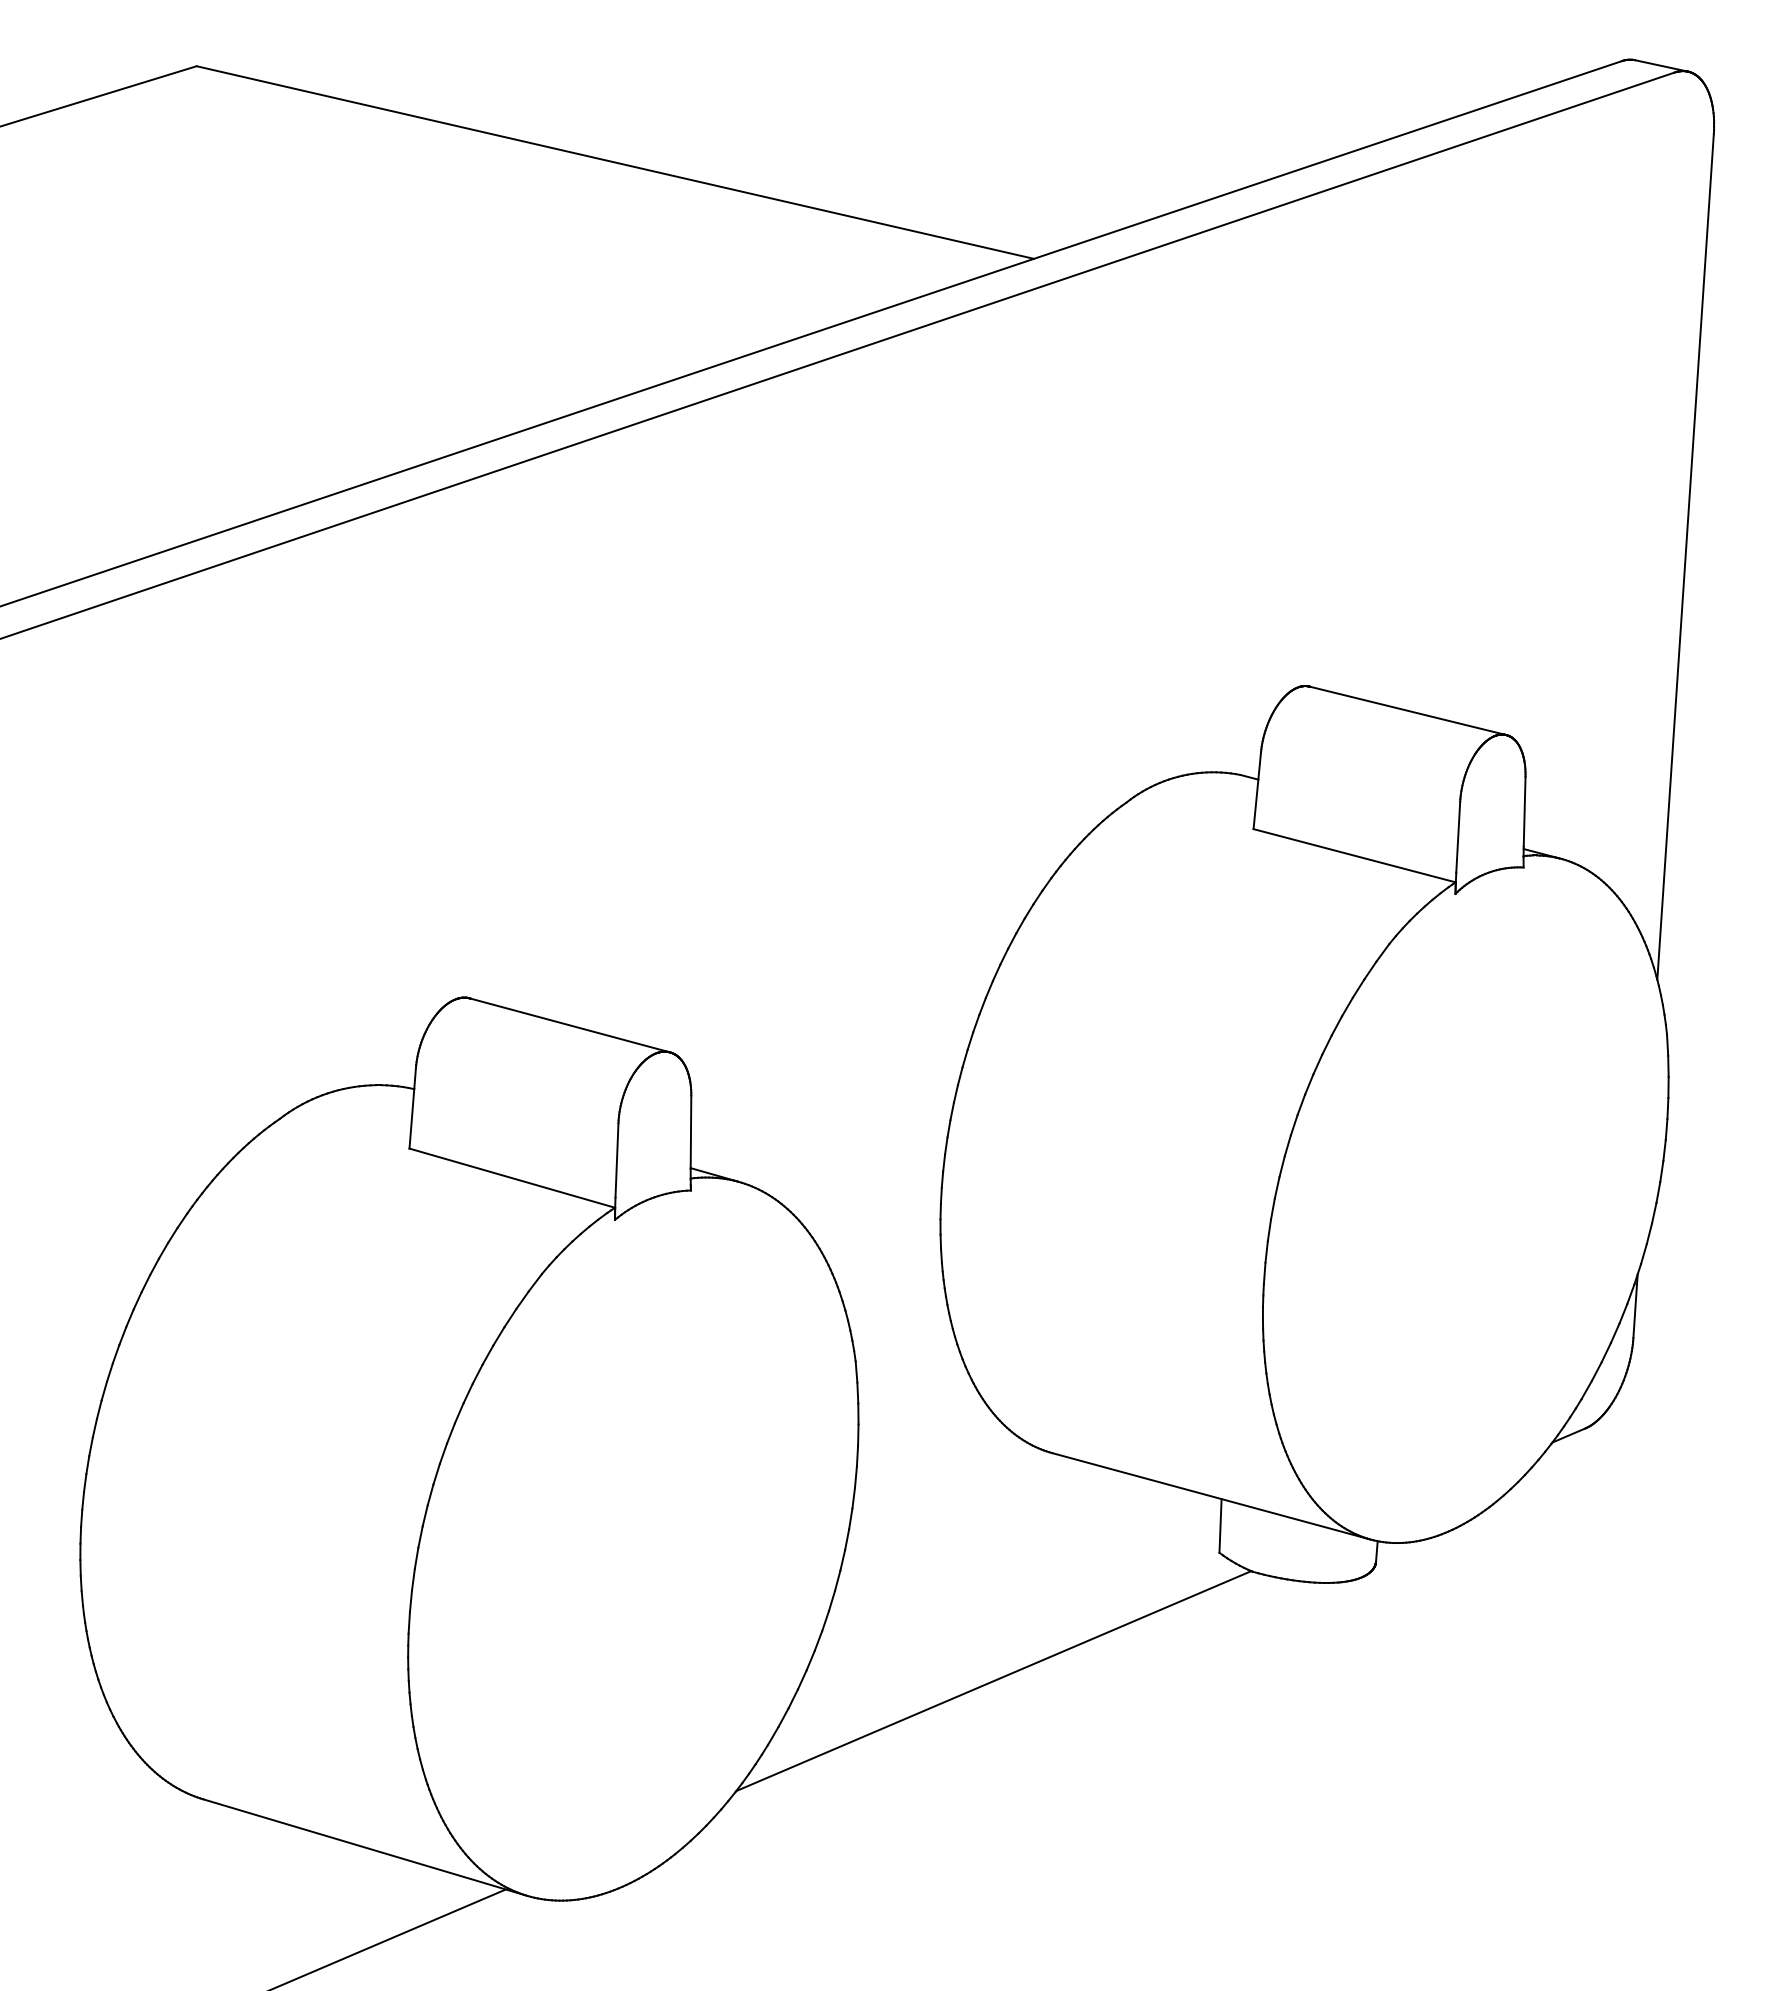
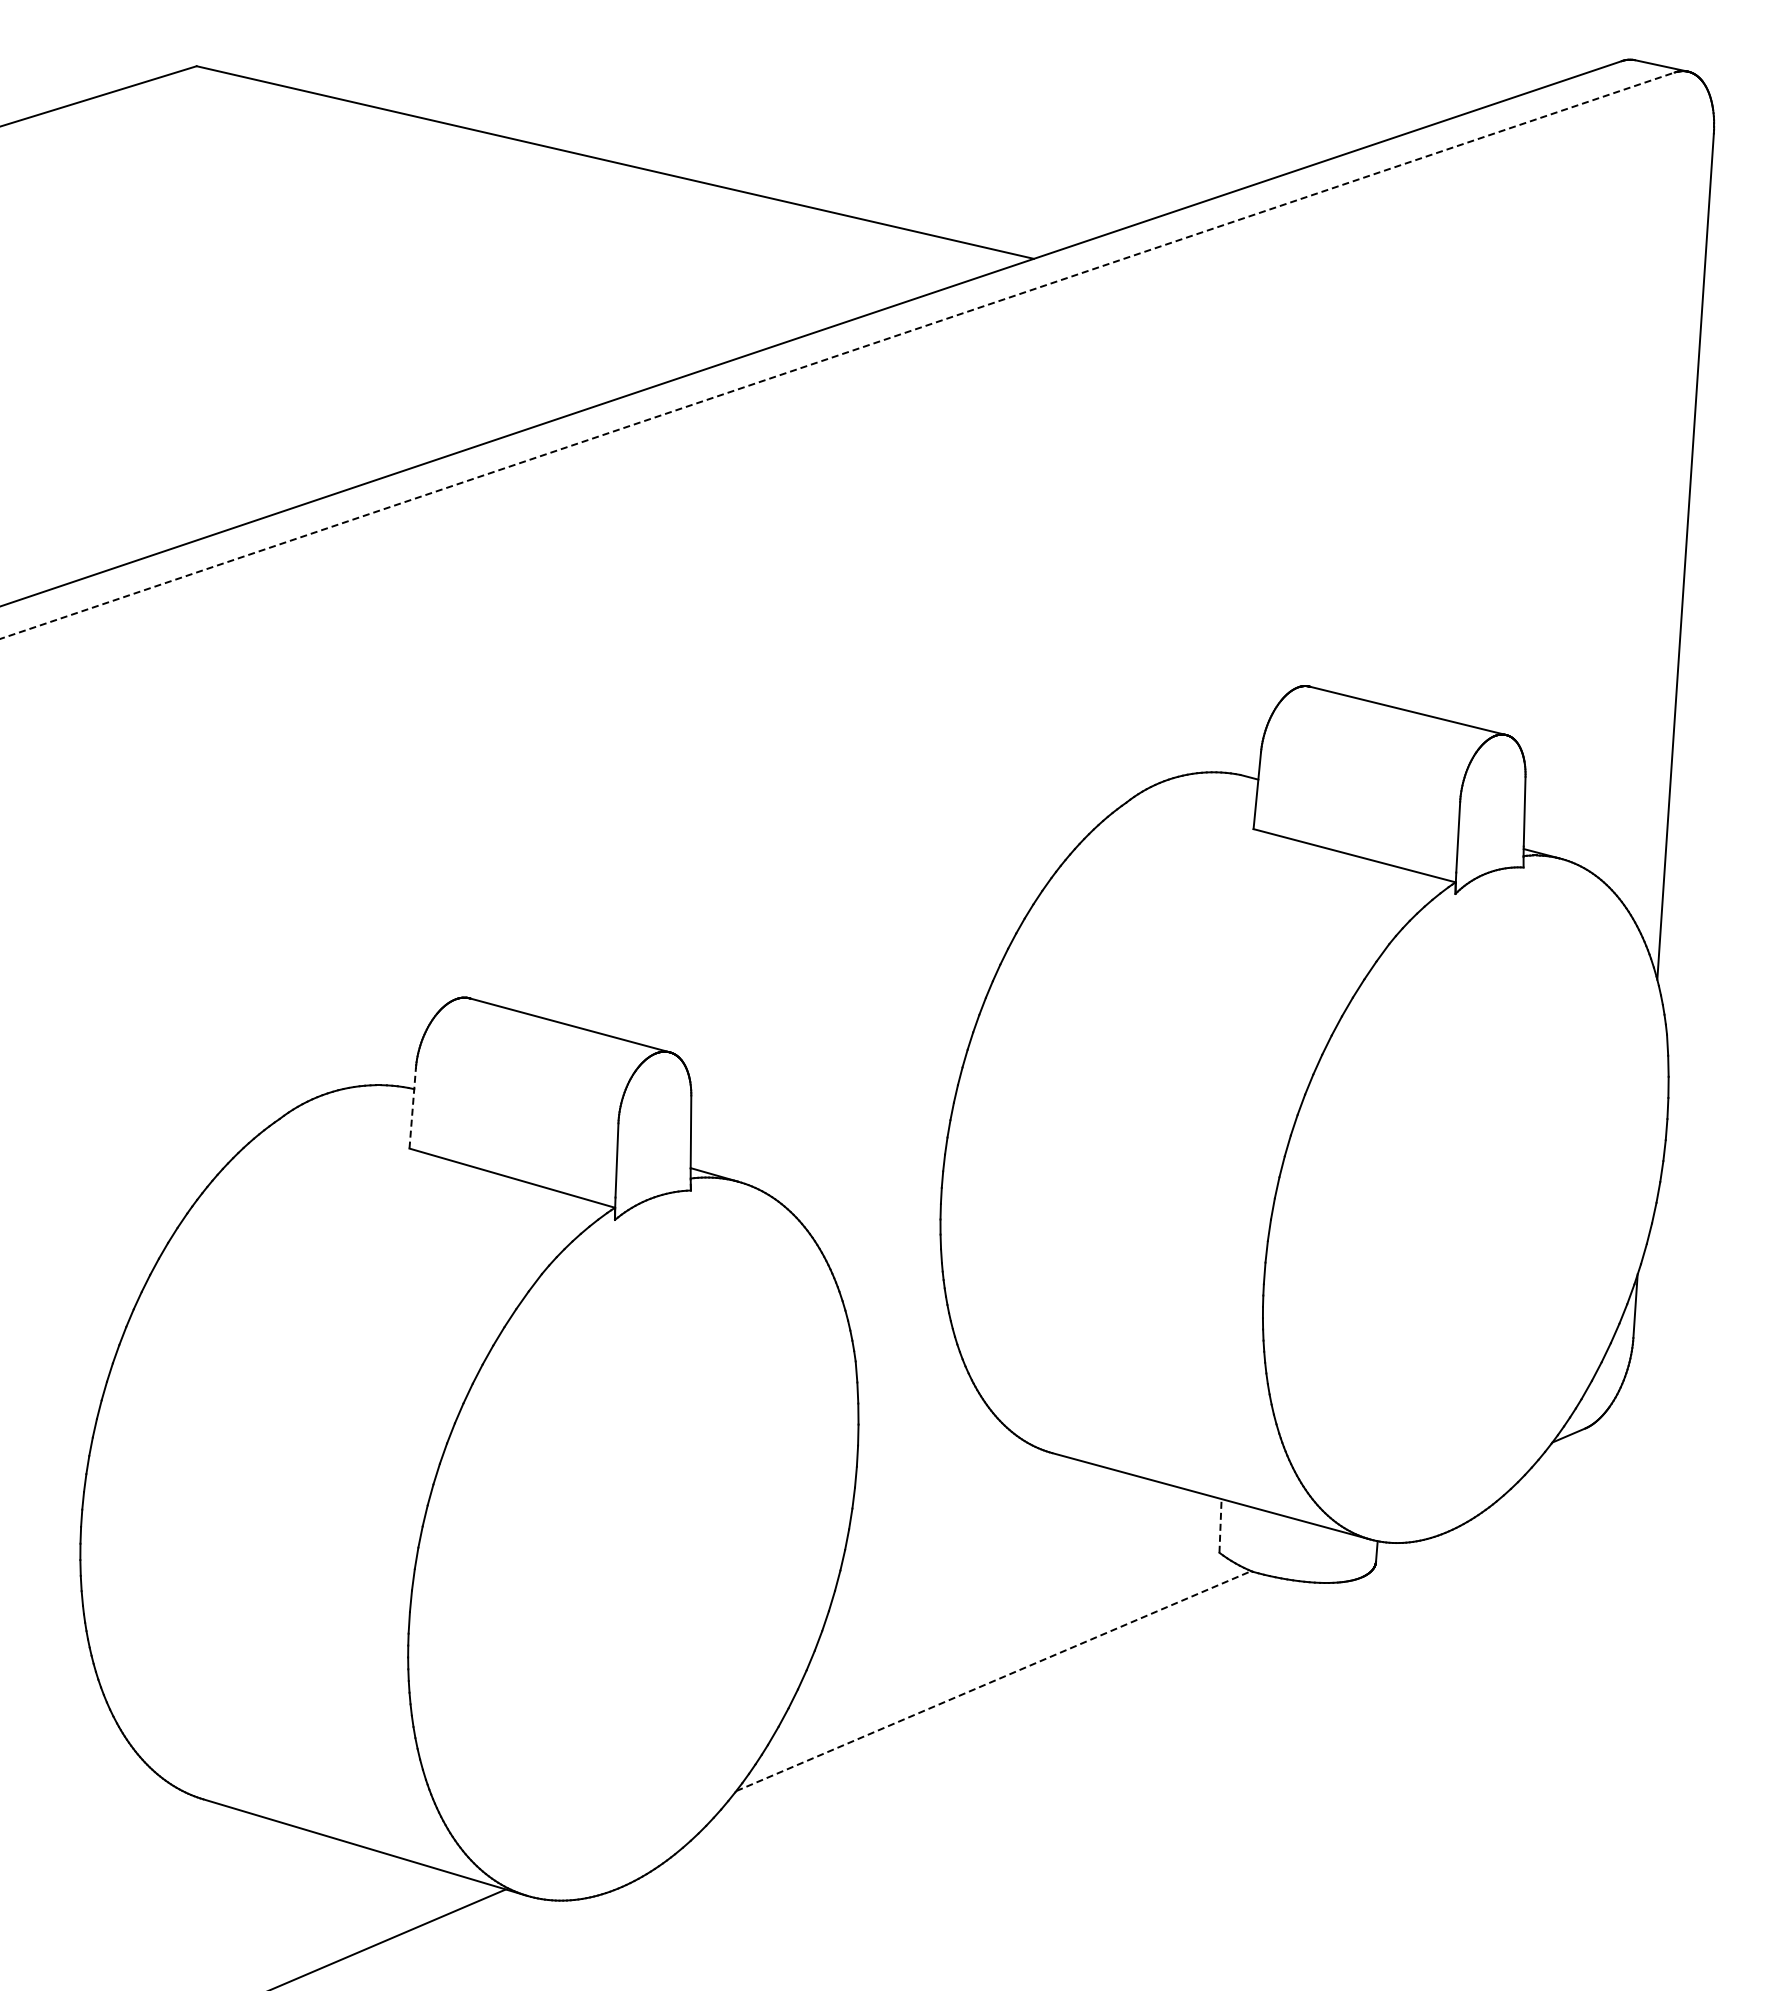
line at (838, 355): solid -> dashed
line at (412, 1107): solid -> dashed
line at (1220, 1525): solid -> dashed
line at (993, 1681): solid -> dashed
